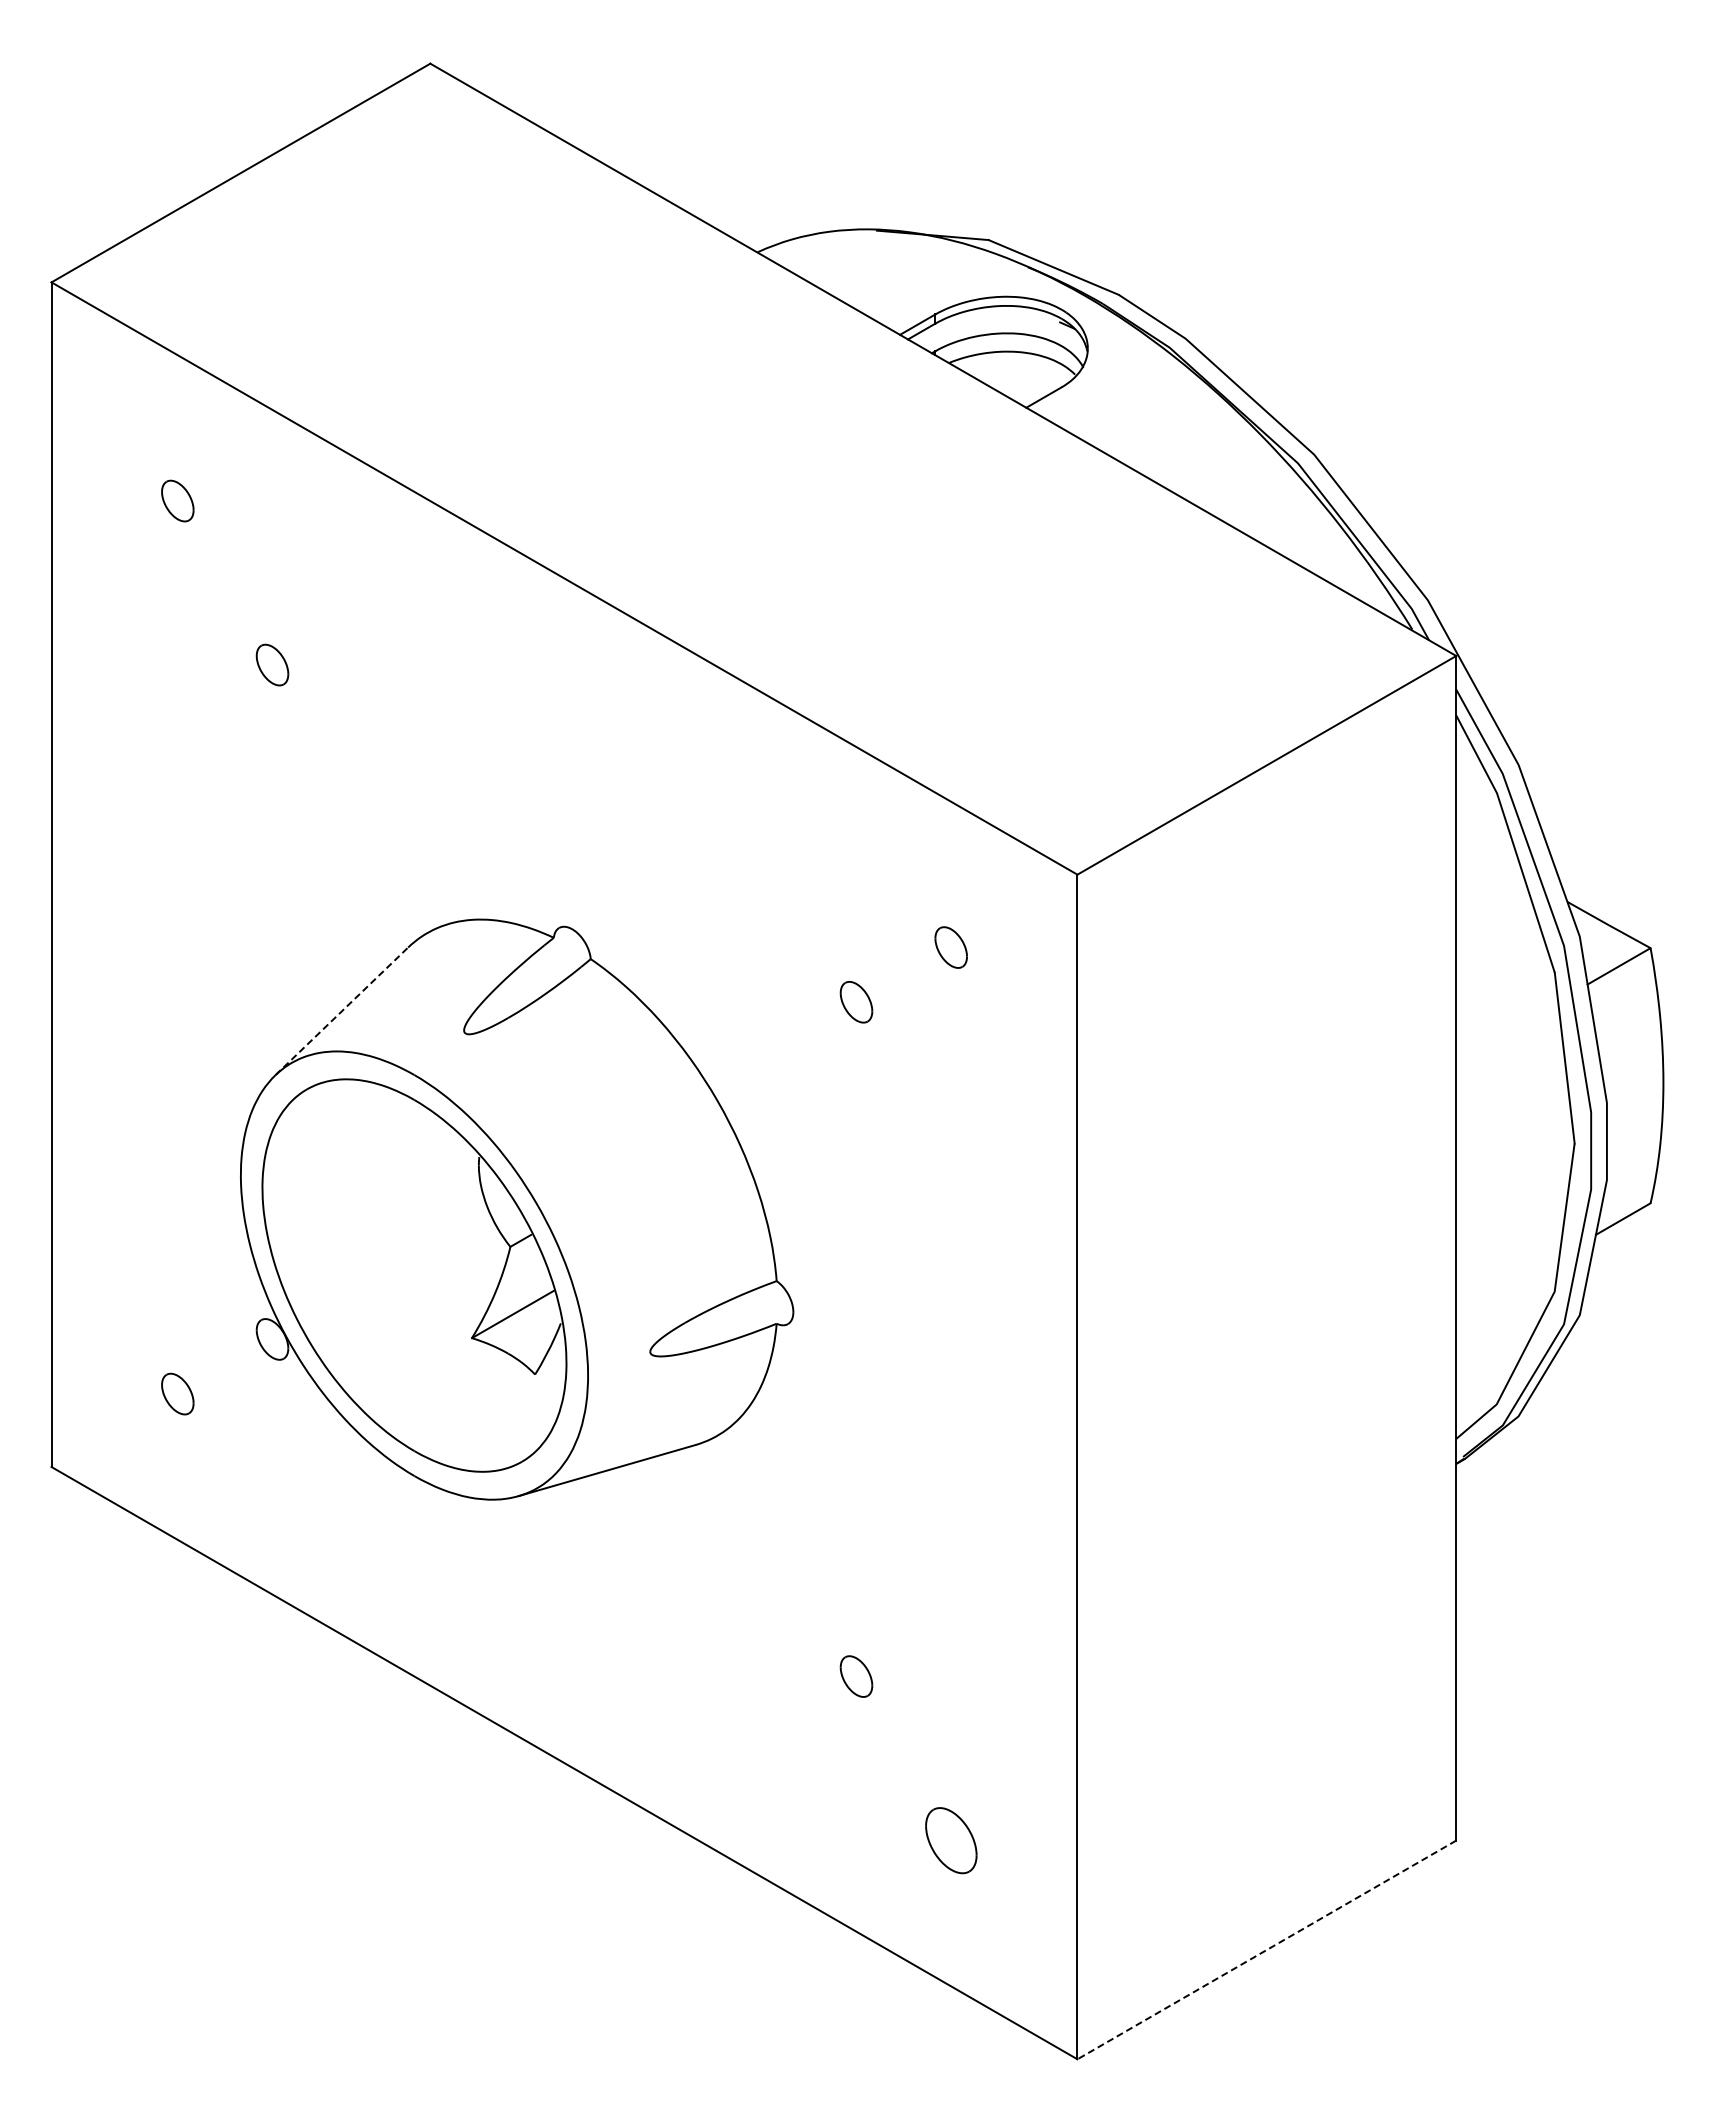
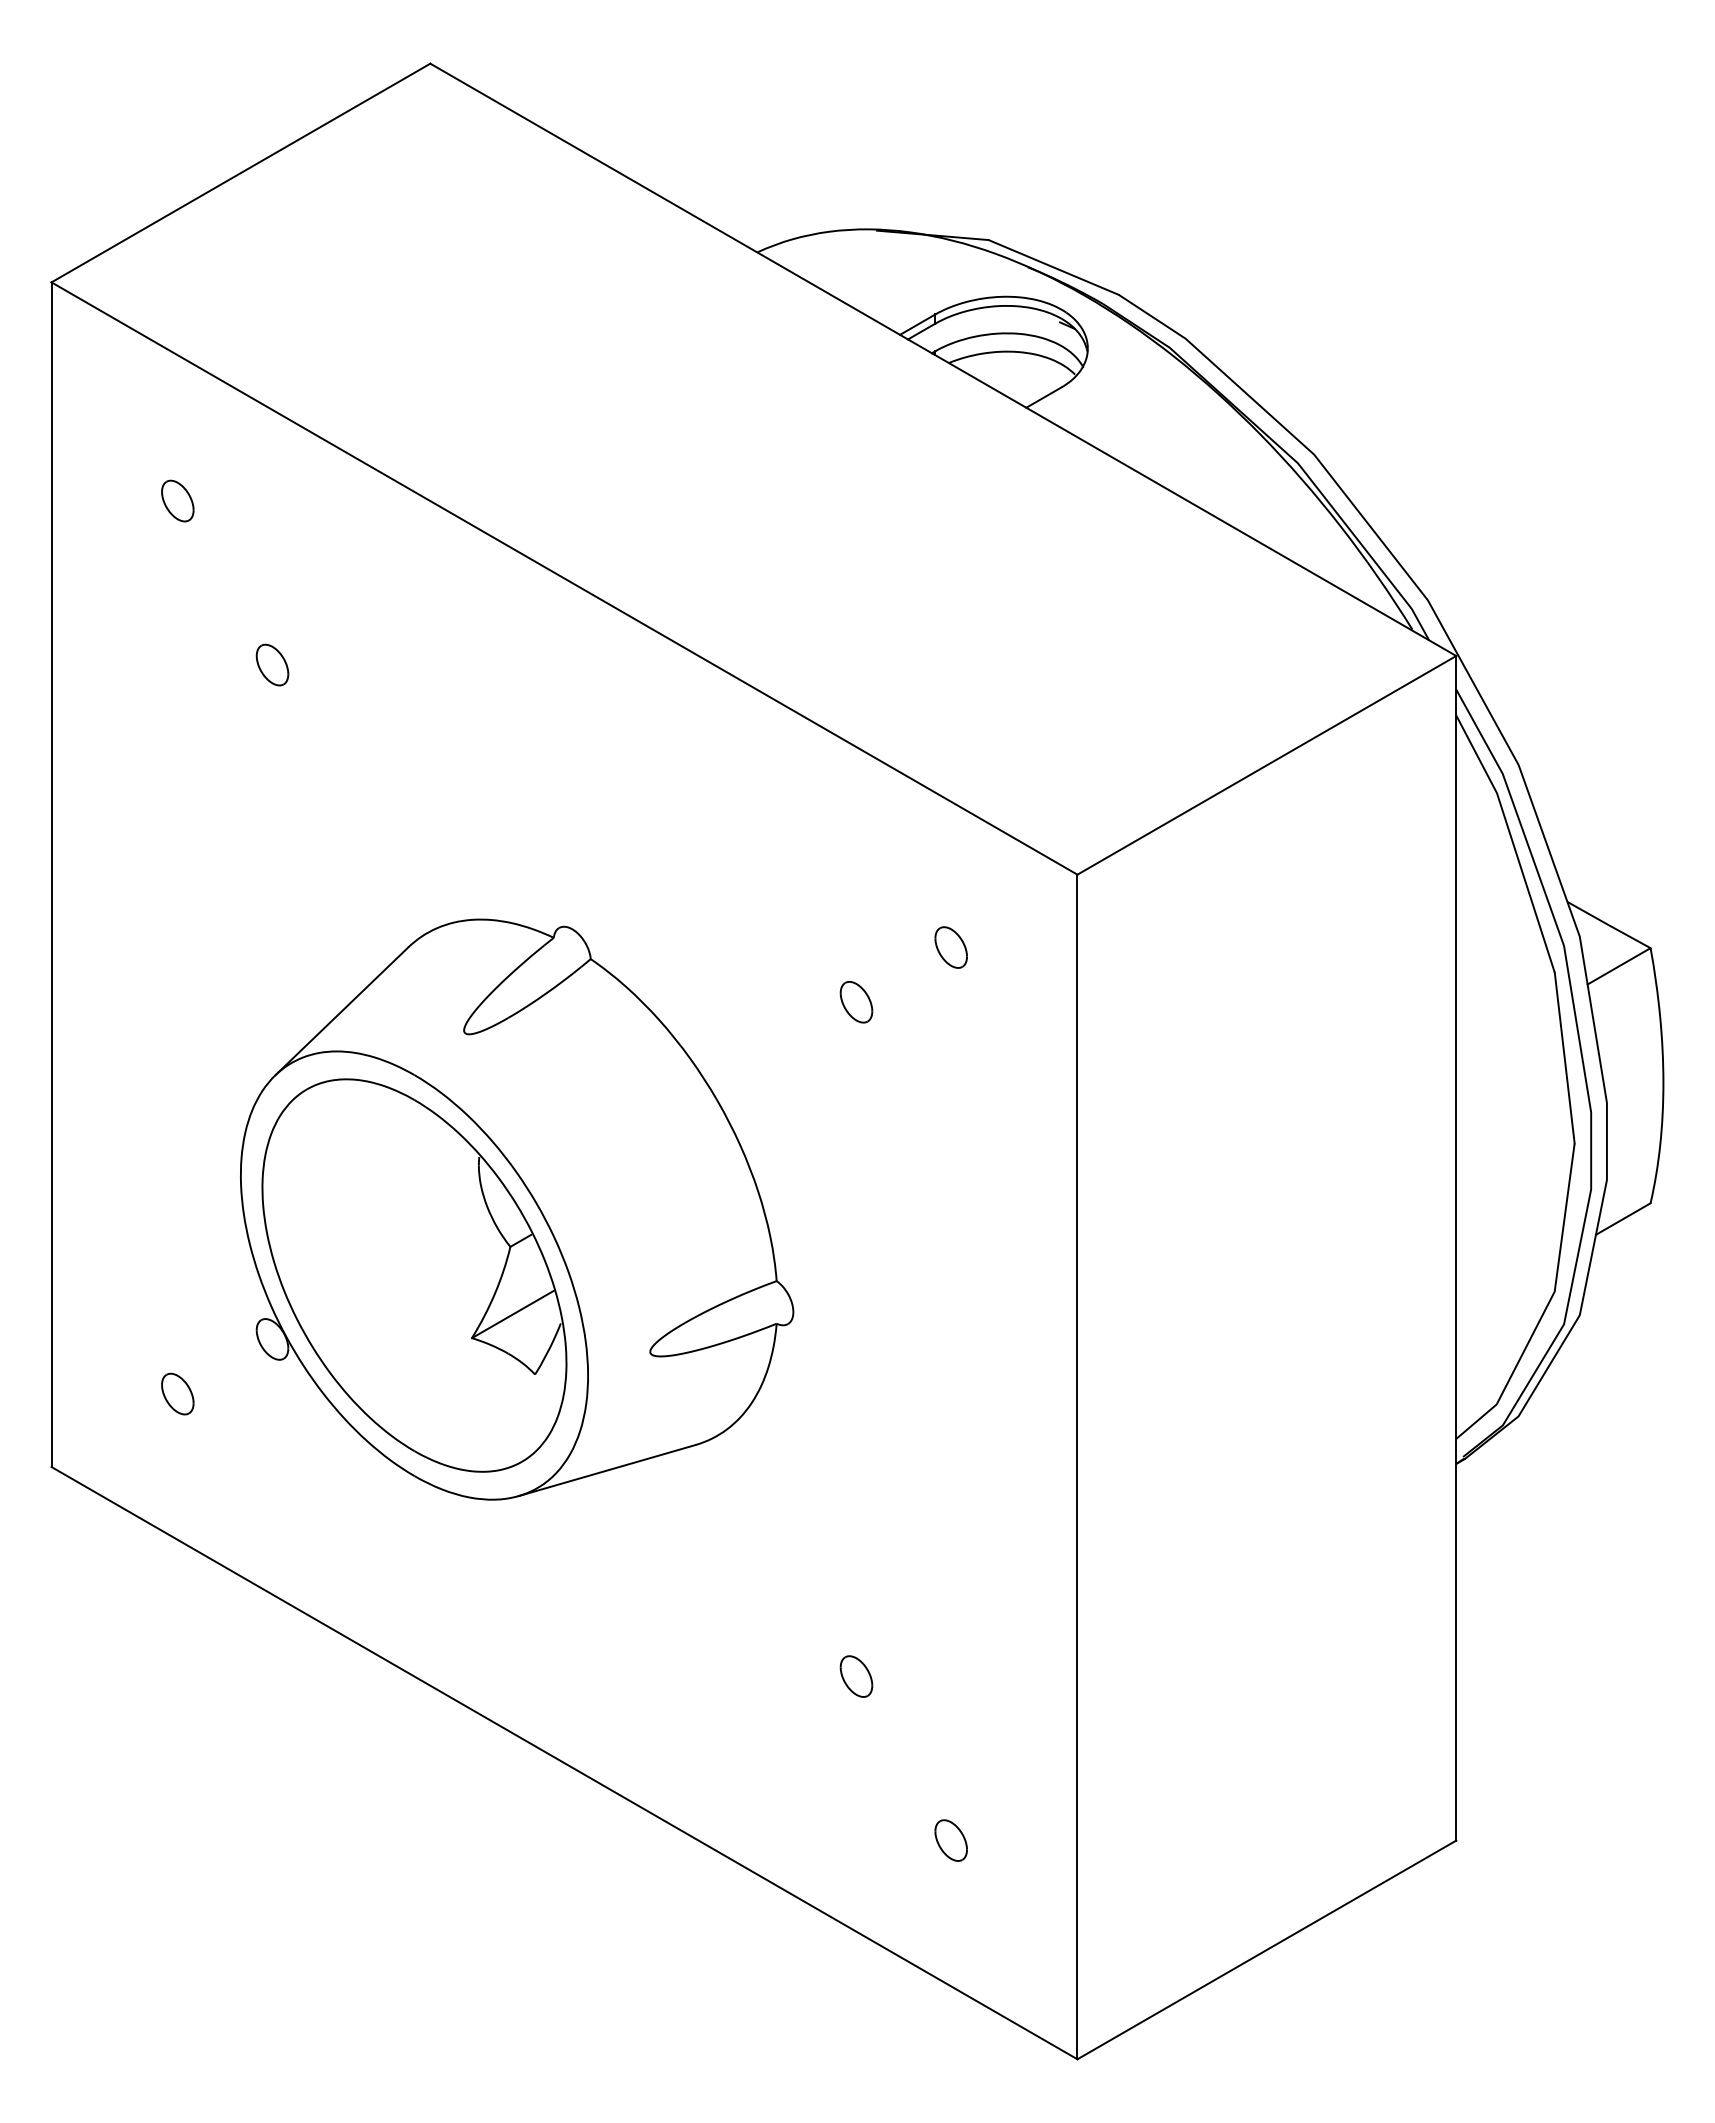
line at (341, 1011): dashed -> solid
part at (951, 1840) size: 53x68 px -> 34x43 px
line at (1266, 1949): dashed -> solid
